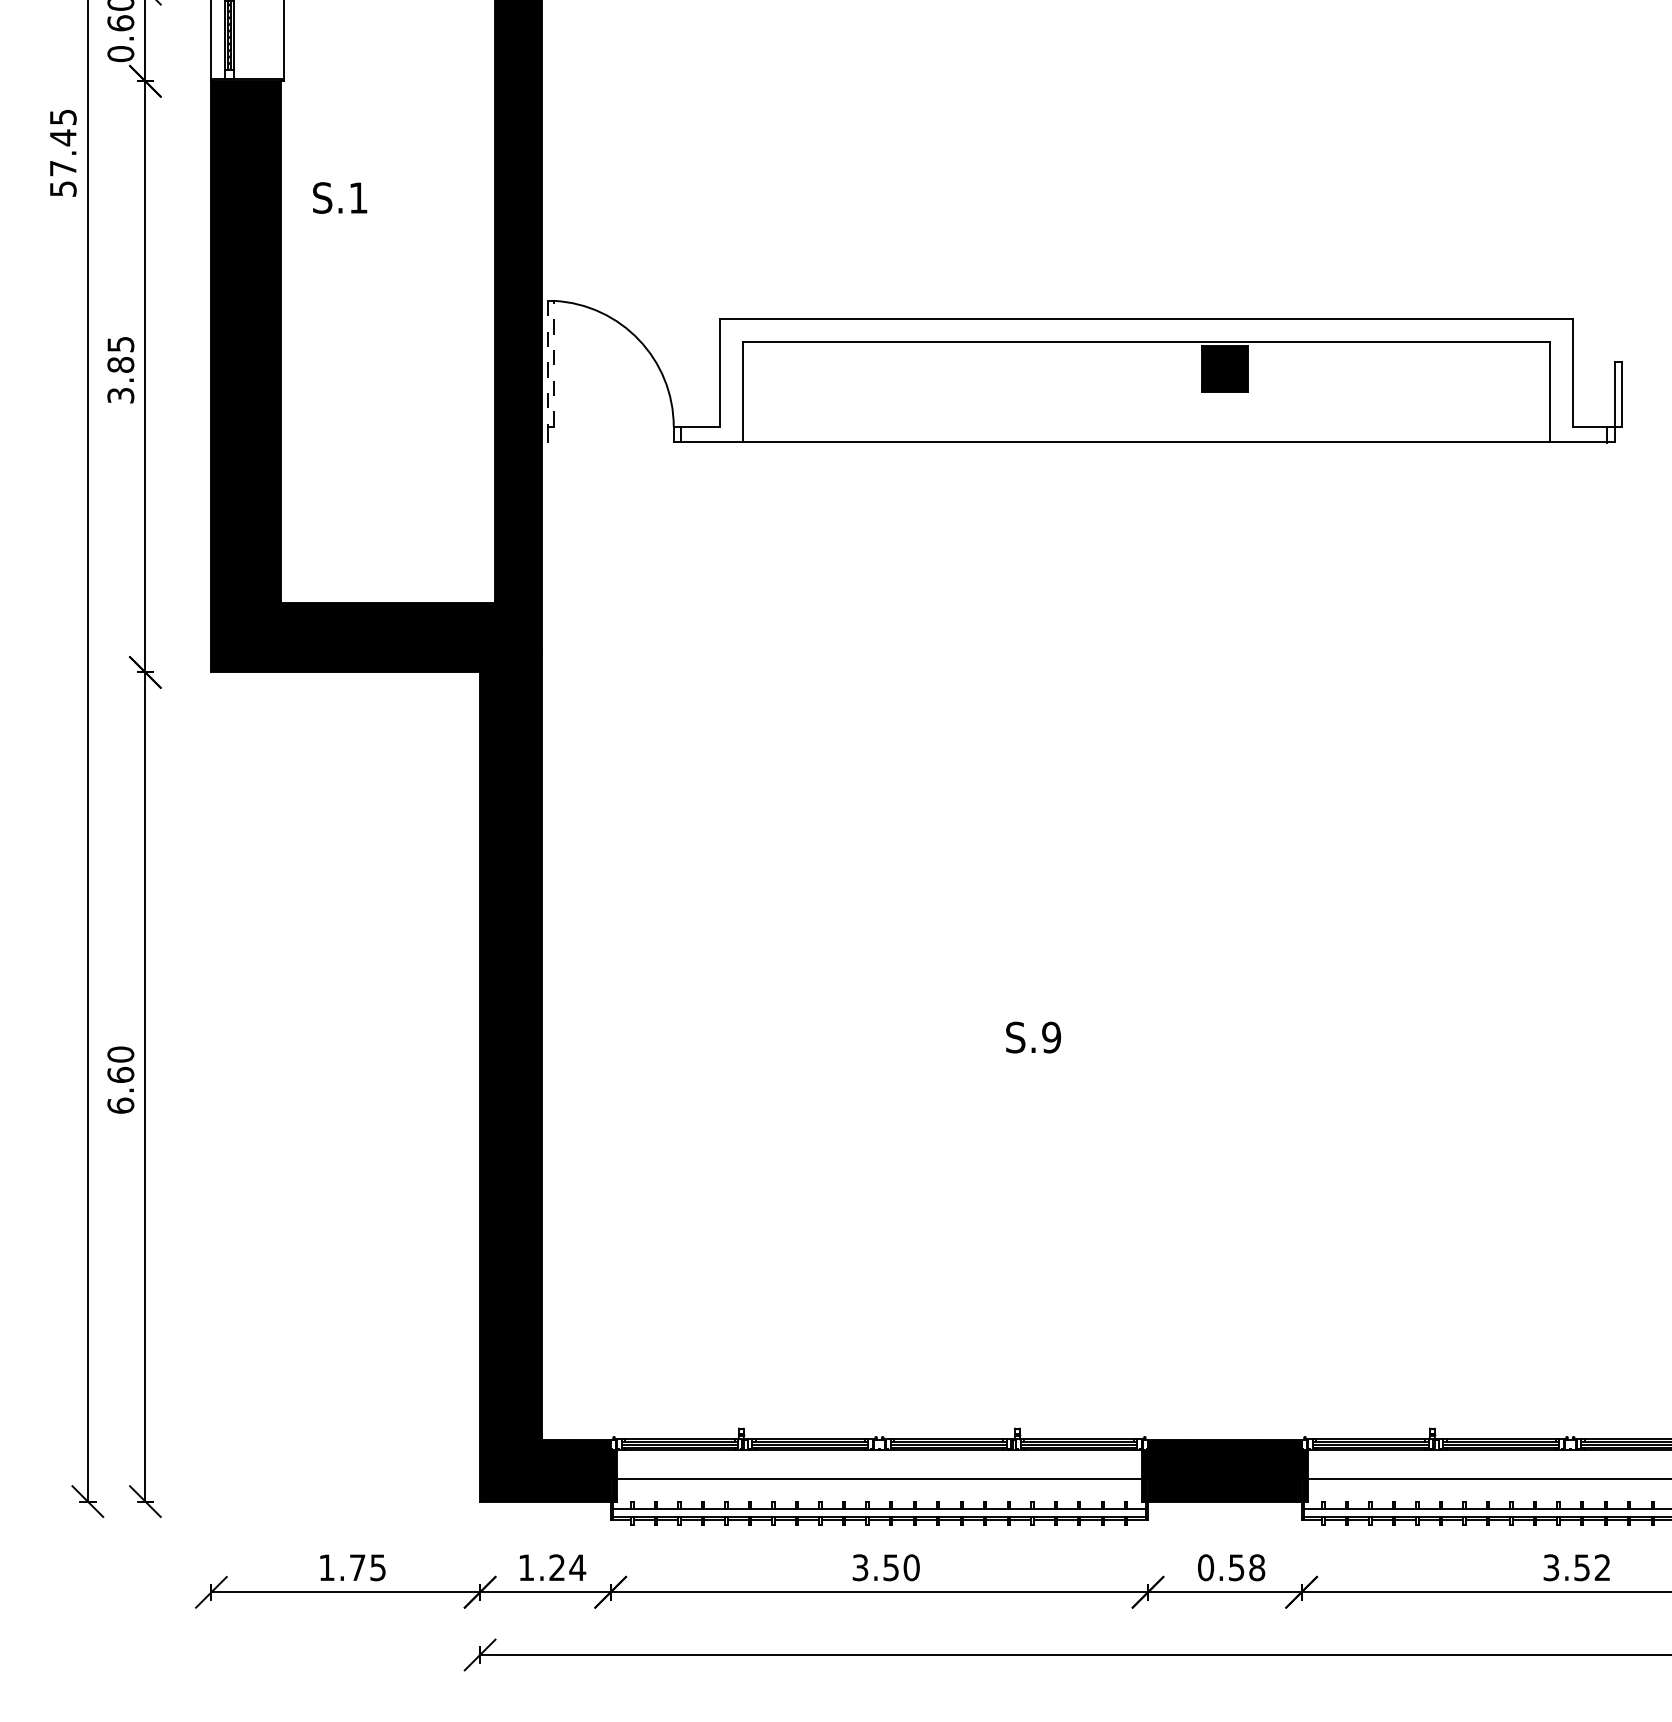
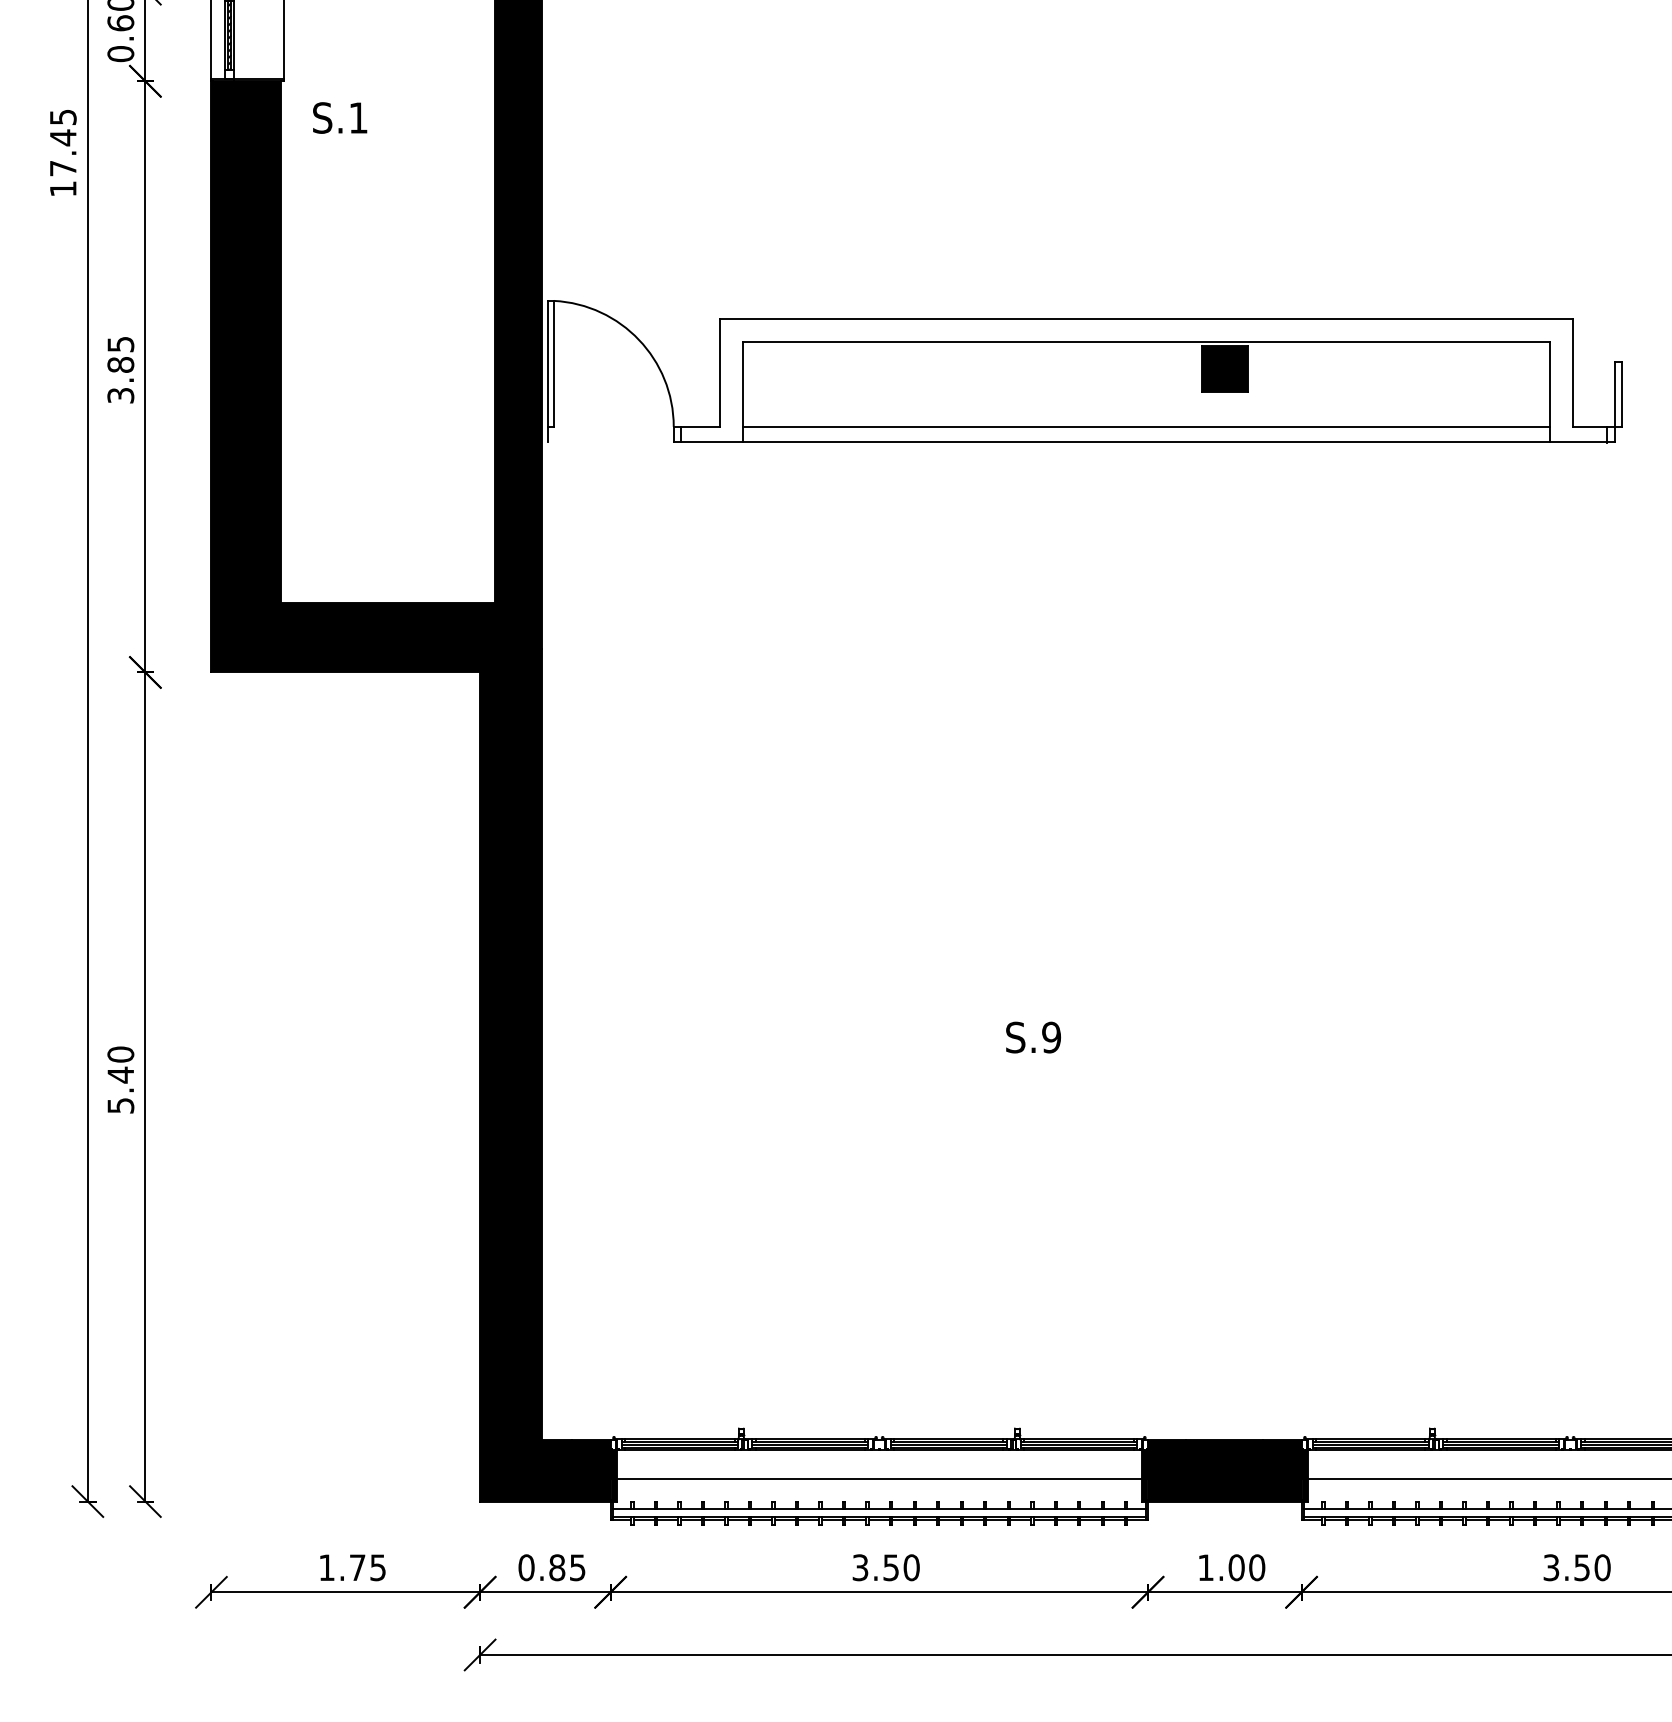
text at (63, 188): 57.45 -> 17.45
text at (340, 197) position: (340, 197) -> (340, 117)
line at (547, 363): dashed -> solid
line at (553, 363): dashed -> solid
line at (1146, 426): none -> present
text at (120, 1089): 6.60 -> 5.40
text at (552, 1567): 1.24 -> 0.85
text at (1231, 1567): 0.58 -> 1.00
text at (1602, 1567): 3.52 -> 3.50
